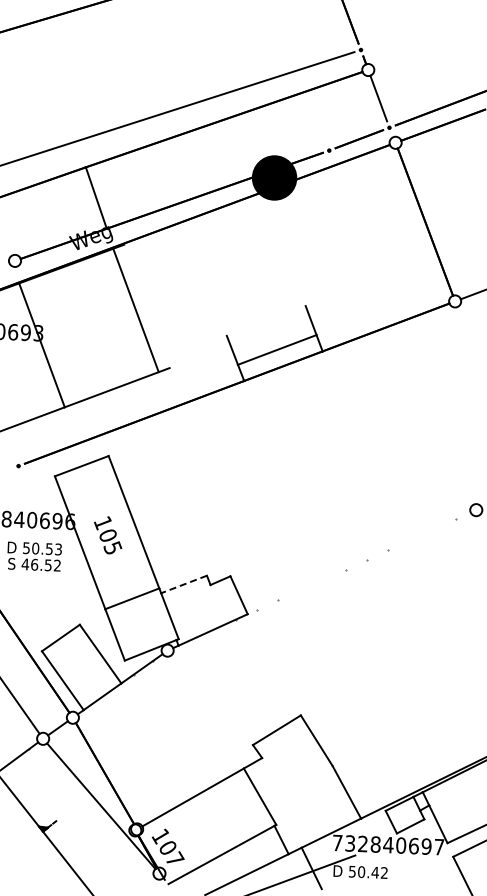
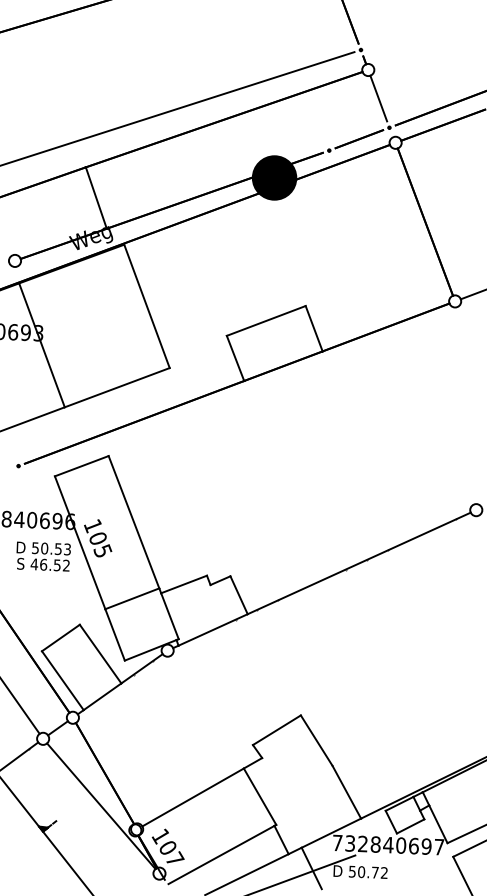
line at (135, 310) position: (135, 310) -> (146, 306)
line at (276, 349) position: (276, 349) -> (265, 320)
text at (108, 535) position: (108, 535) -> (98, 538)
text at (34, 556) position: (34, 556) -> (43, 556)
line at (358, 563): none -> present
line at (184, 584): dashed -> solid
text at (374, 872): 50.42 -> 50.72
